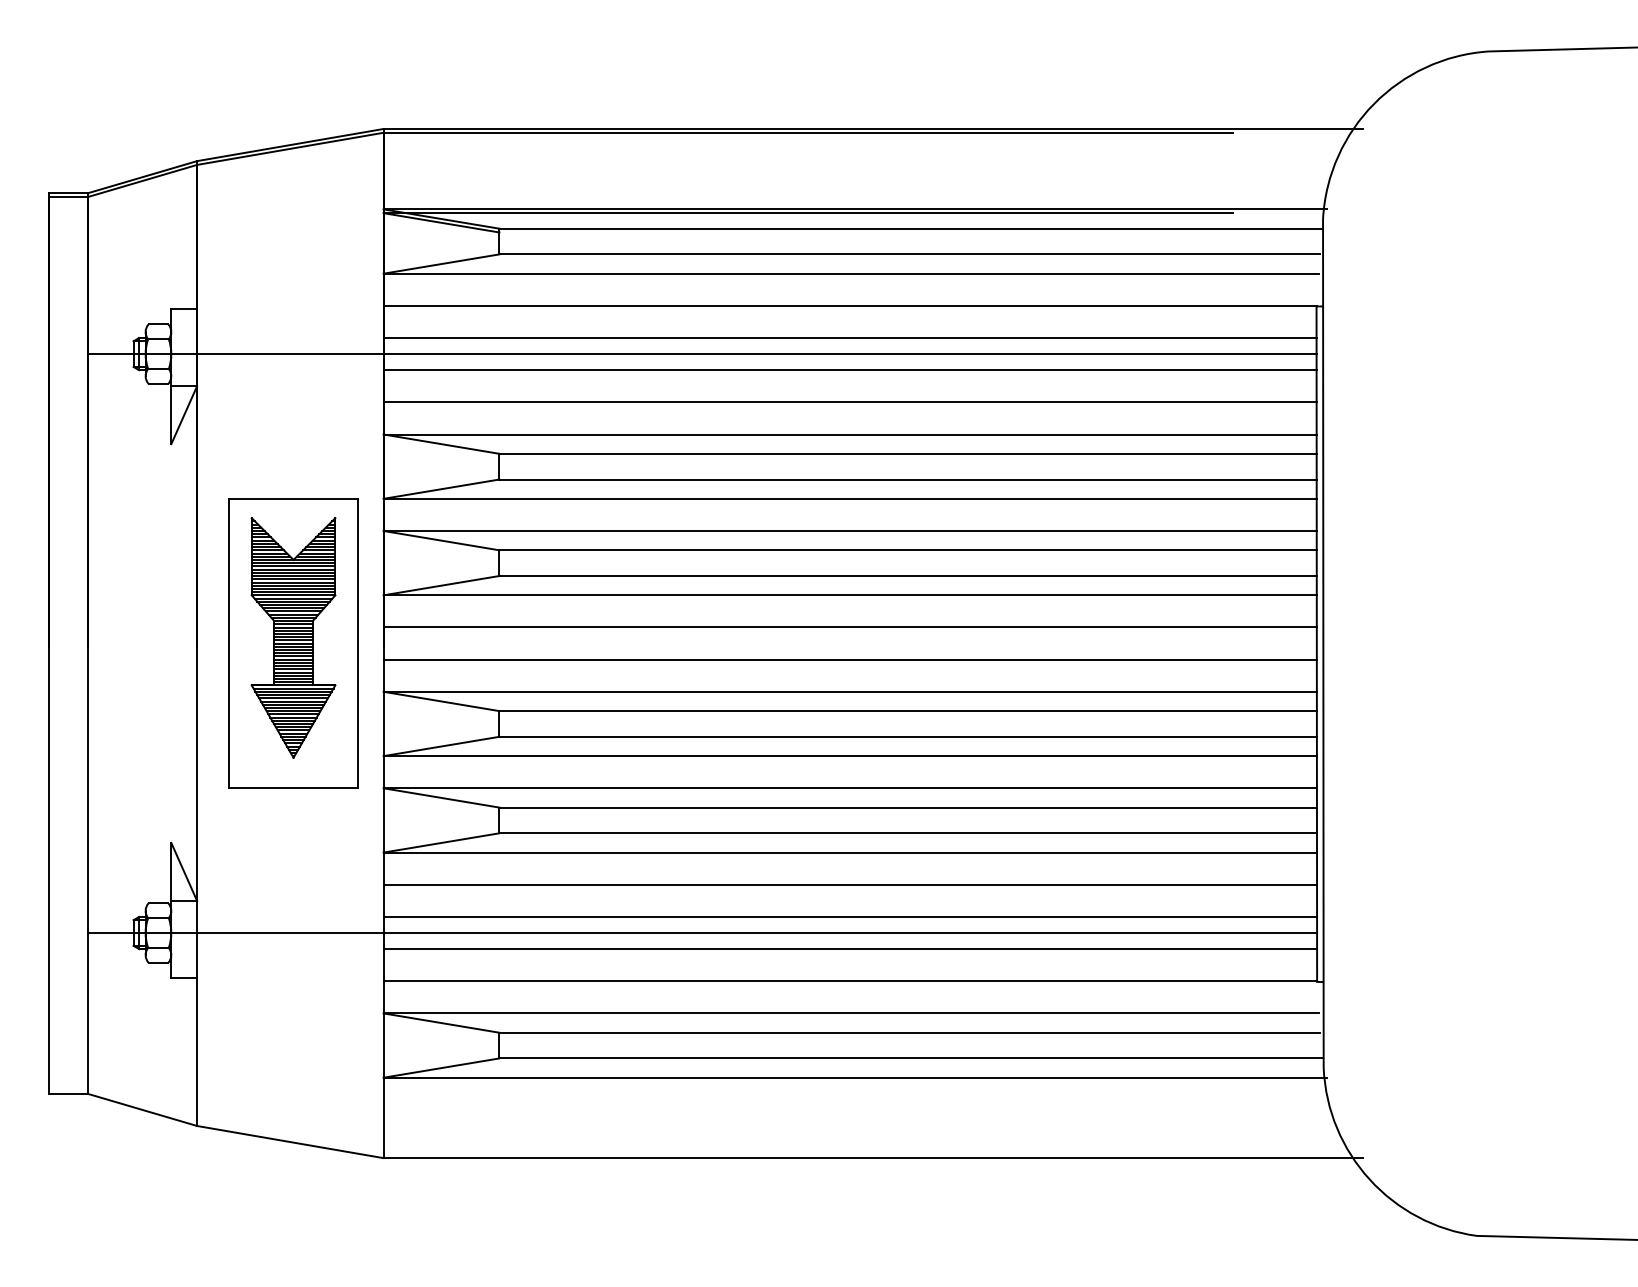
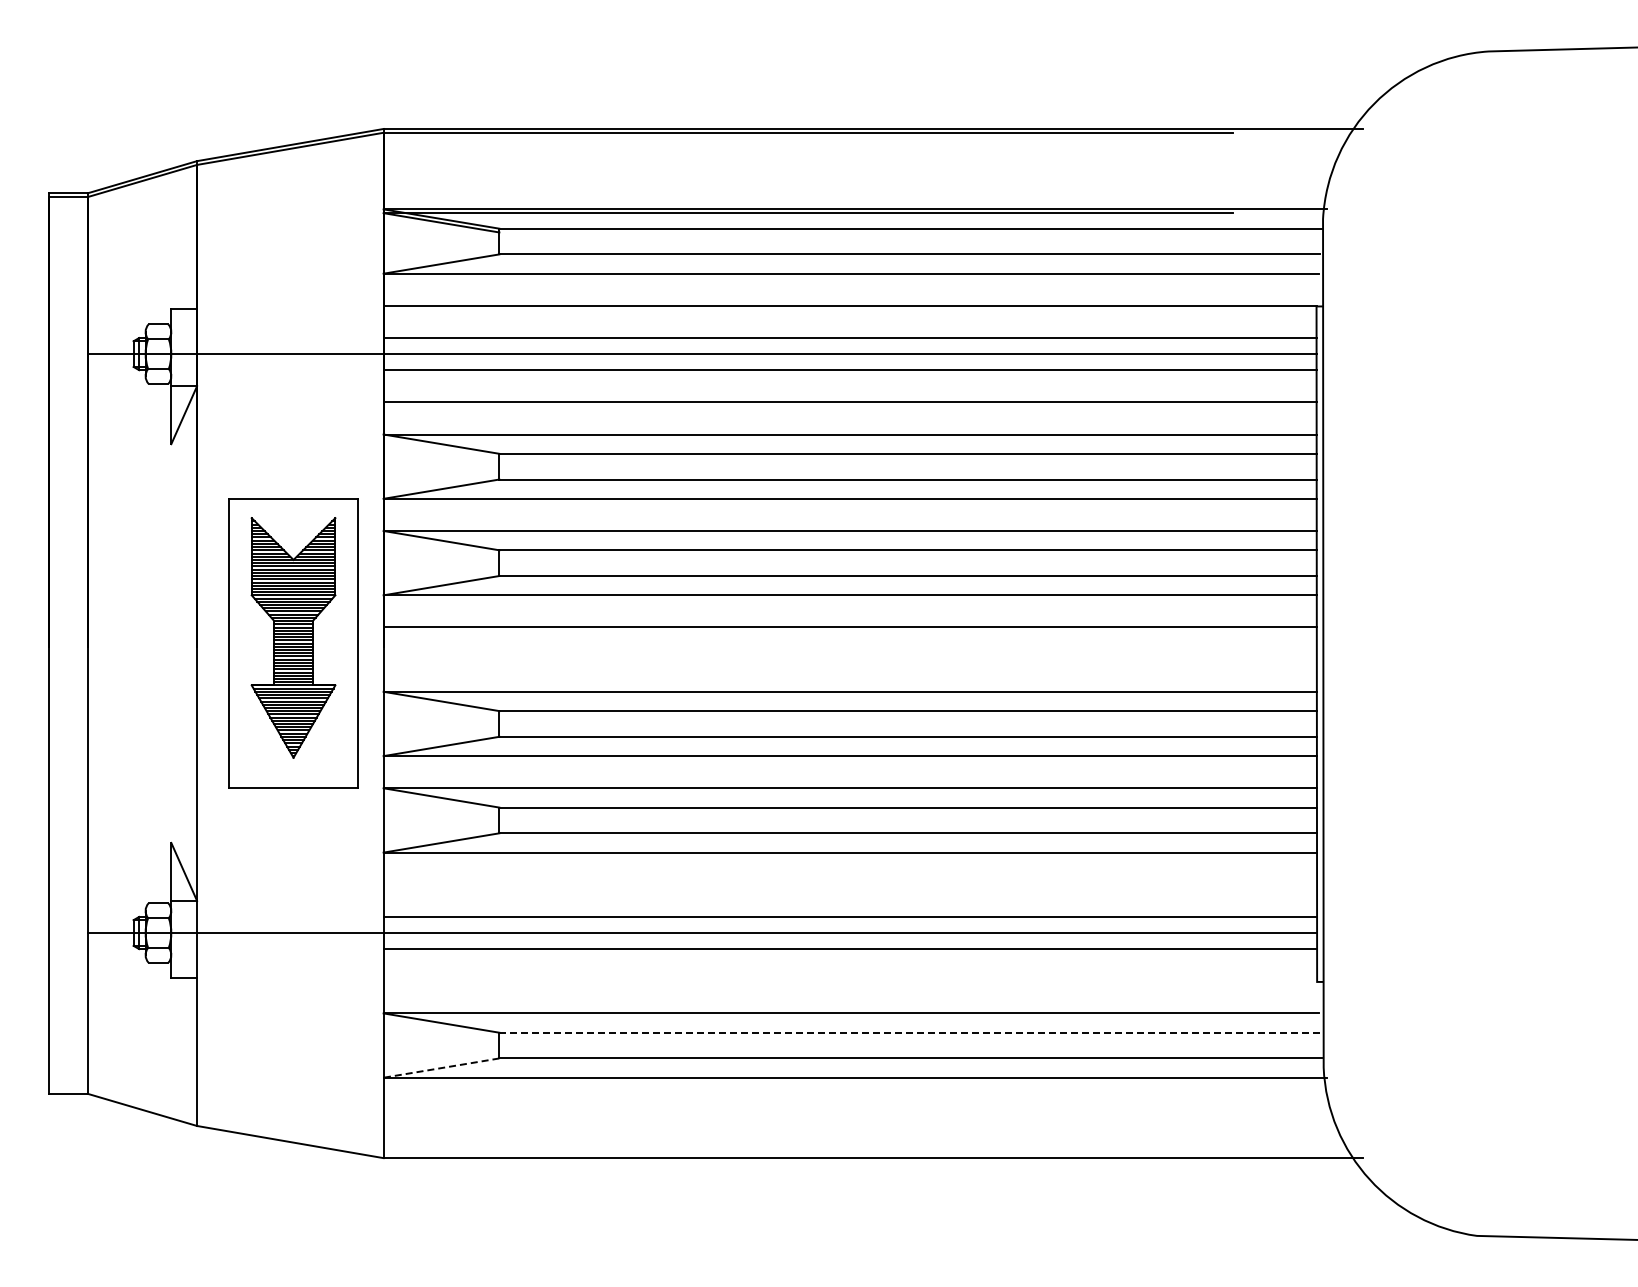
line at (849, 659): present -> none
line at (849, 884): present -> none
line at (849, 981): present -> none
line at (909, 1032): solid -> dashed
line at (441, 1068): solid -> dashed
